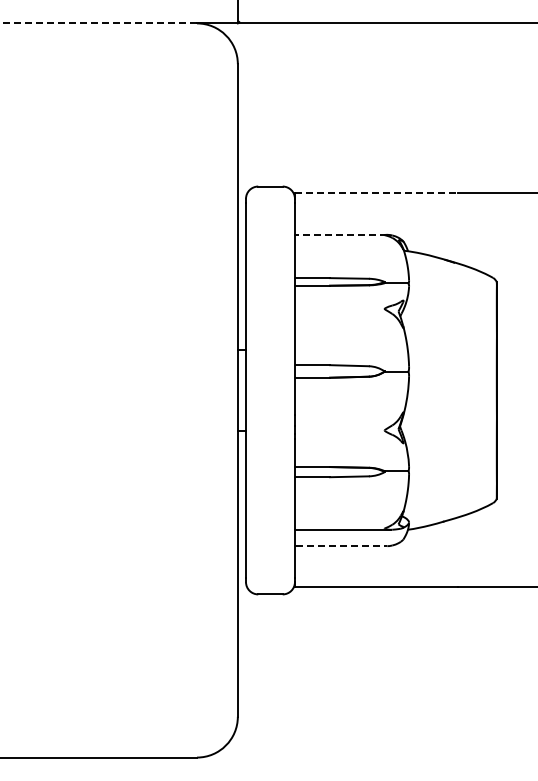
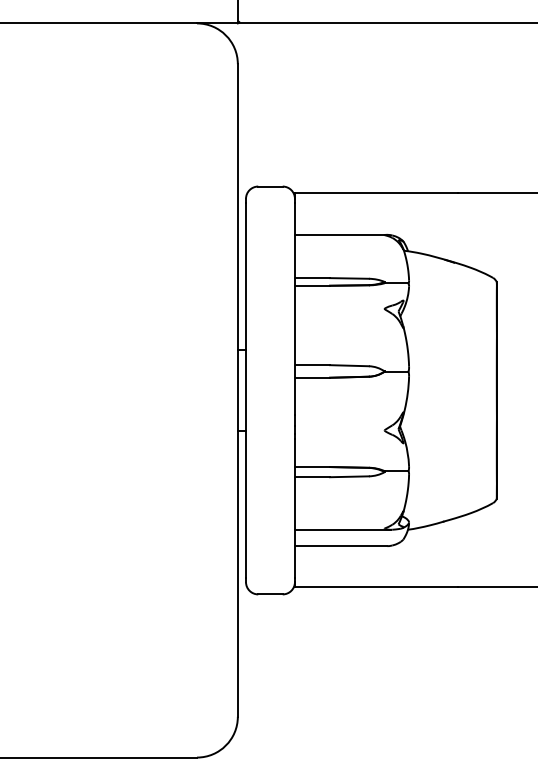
line at (98, 23): dashed -> solid
line at (376, 193): dashed -> solid
line at (341, 234): dashed -> solid
line at (341, 546): dashed -> solid
